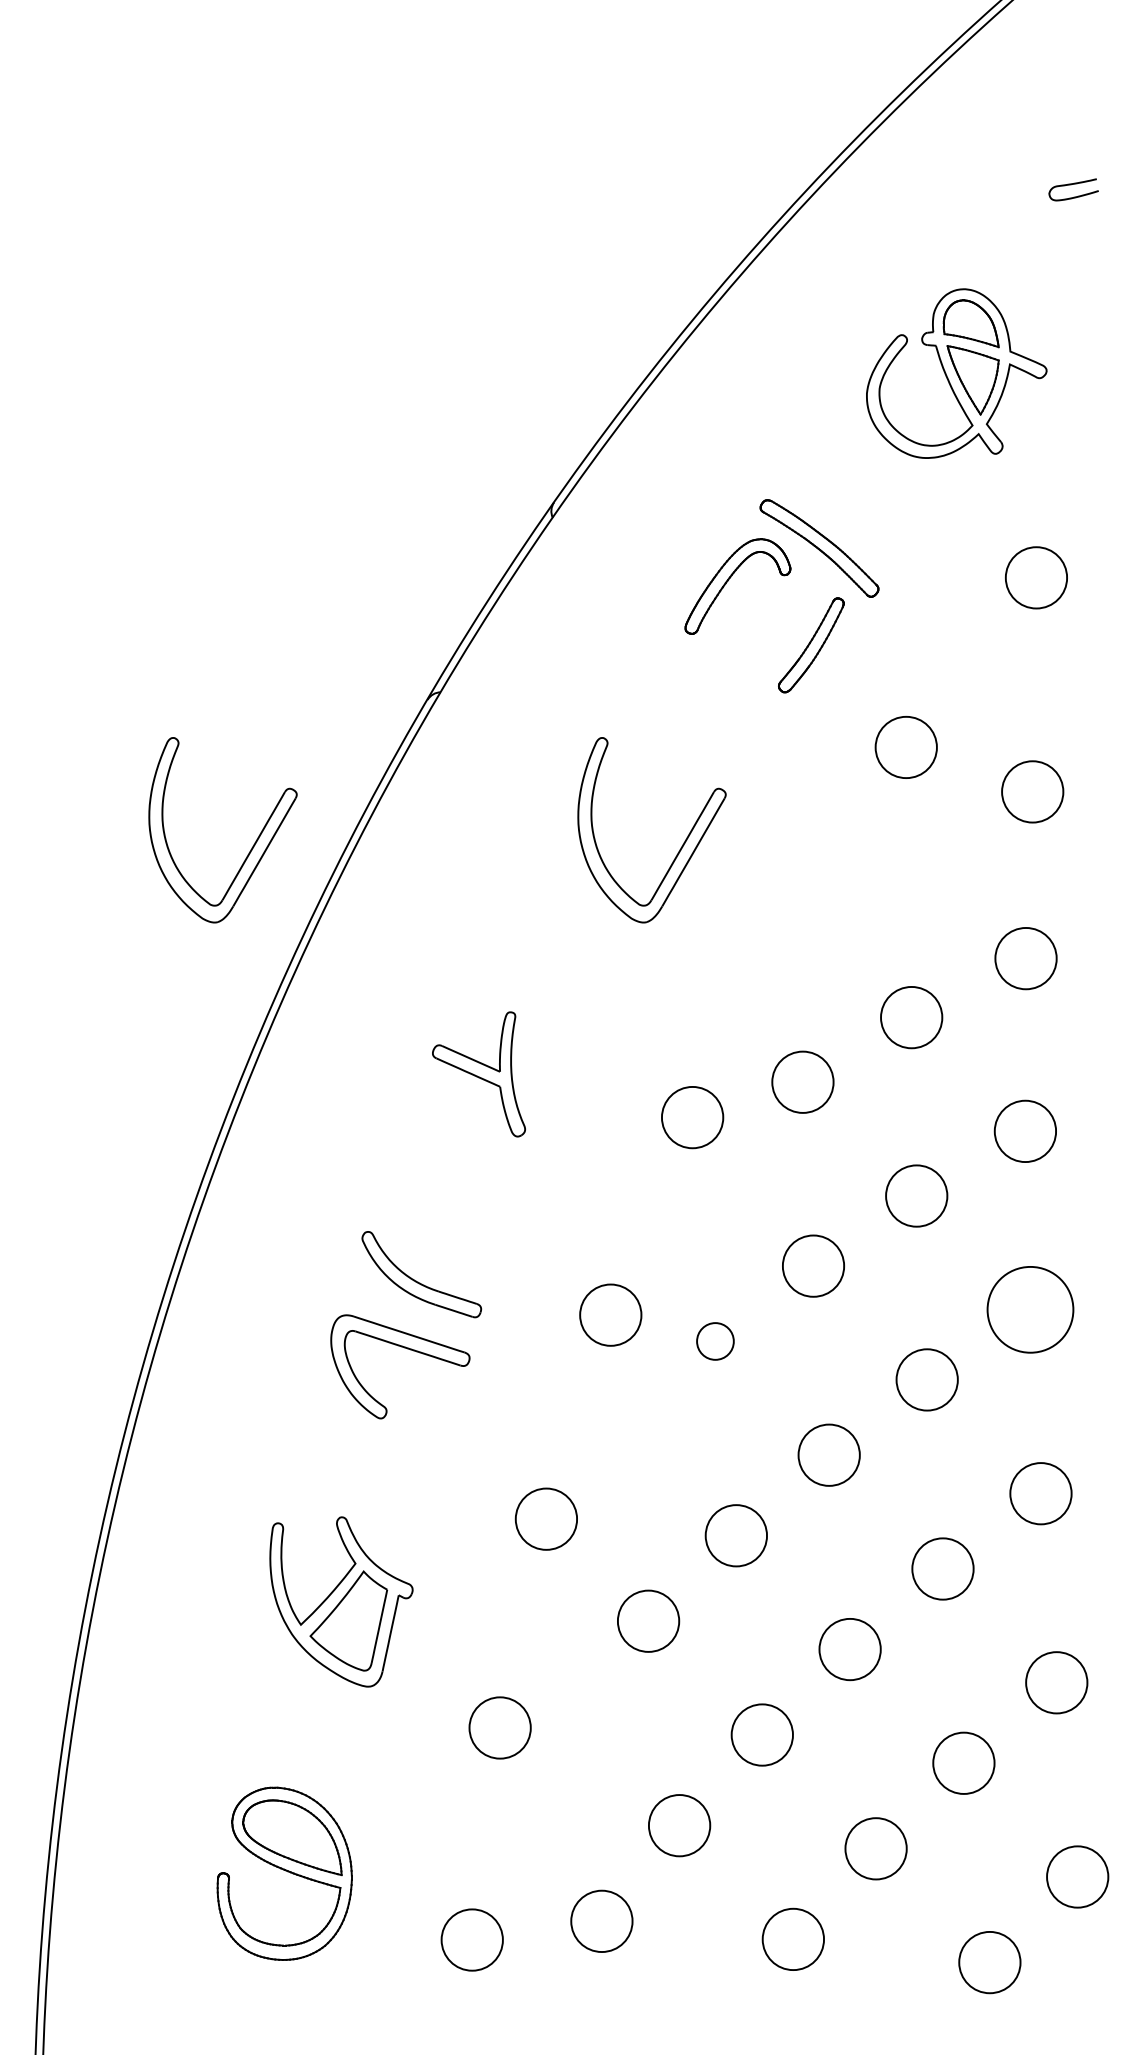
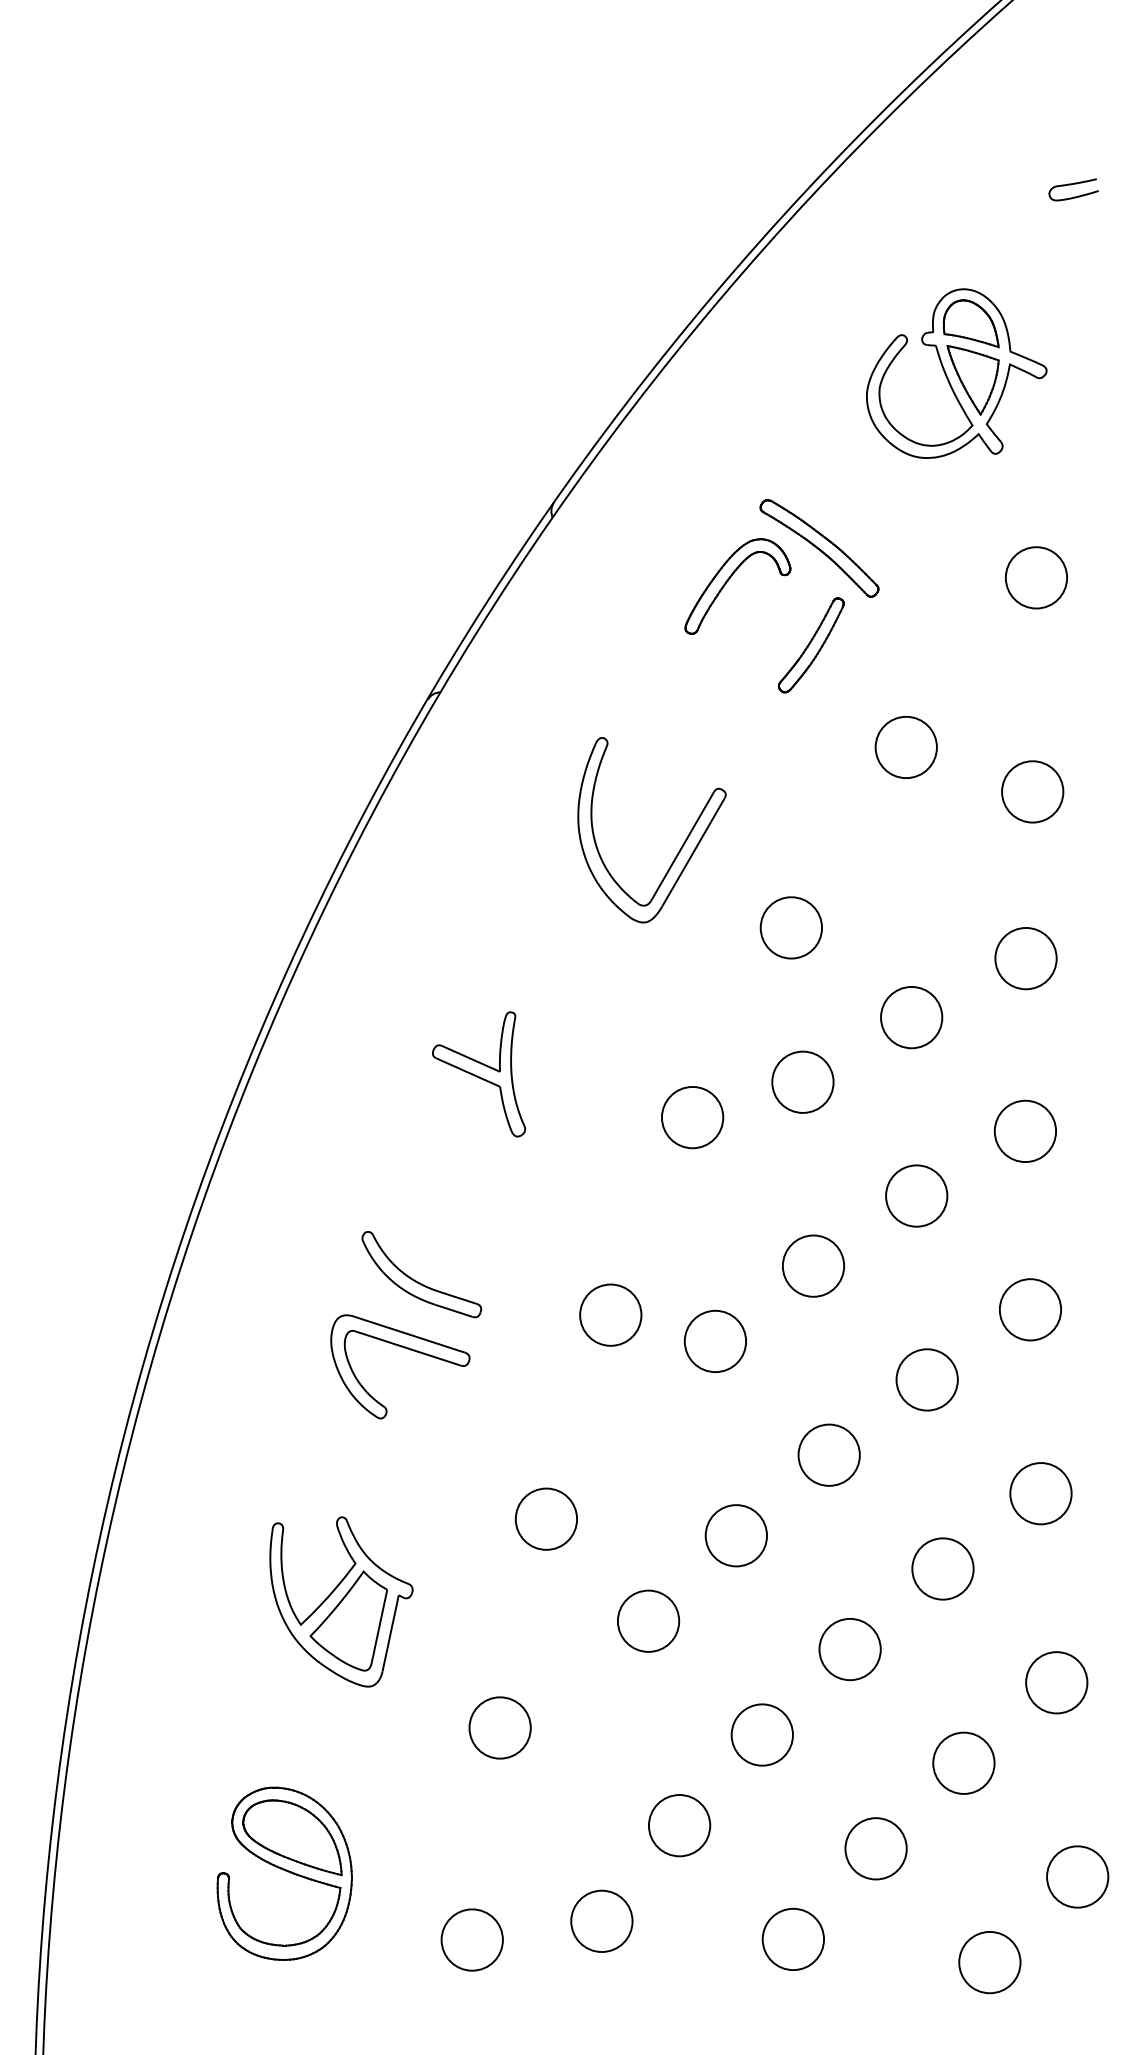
part at (251, 847): present -> none
circle at (790, 927): none -> present
circle at (1030, 1309) diameter: 86 px -> 61 px
circle at (715, 1341) diameter: 37 px -> 61 px
